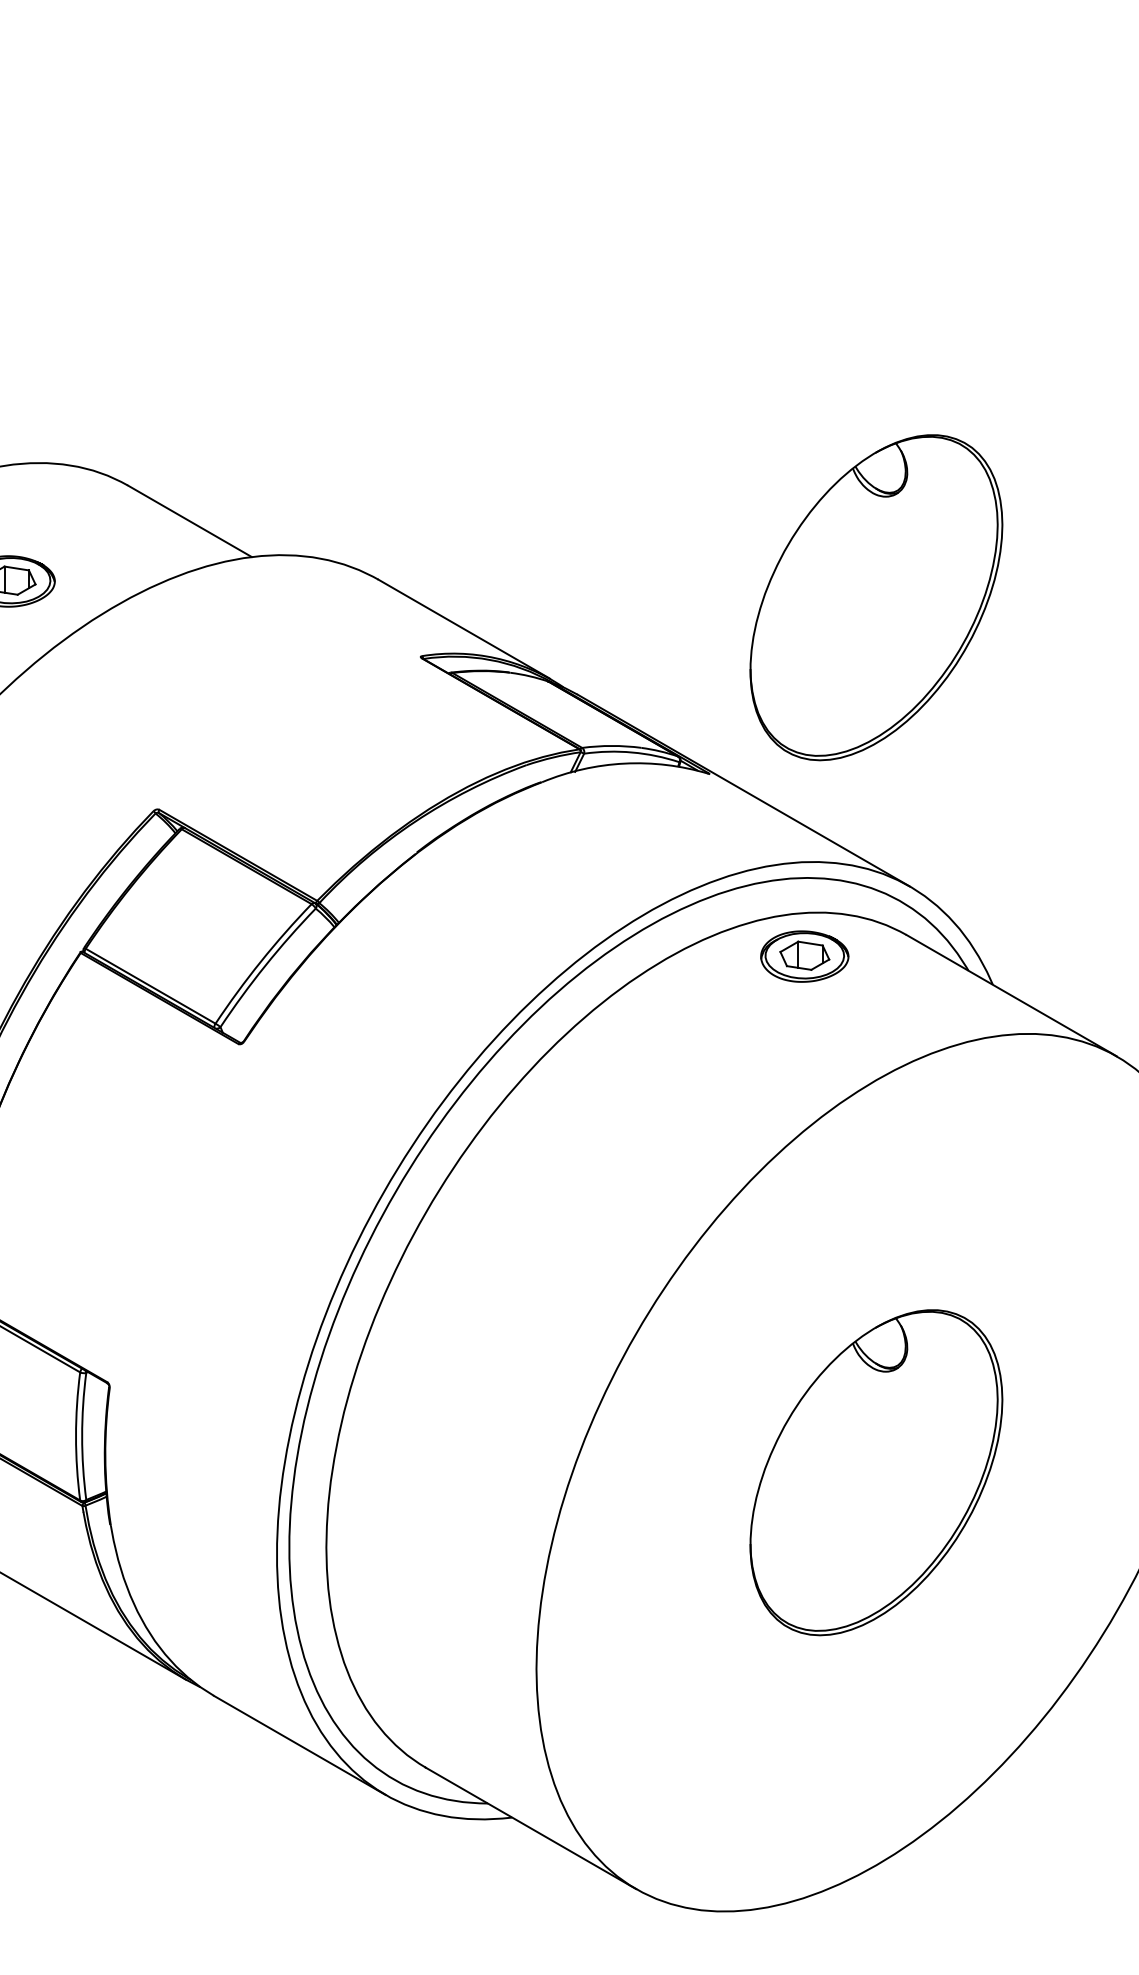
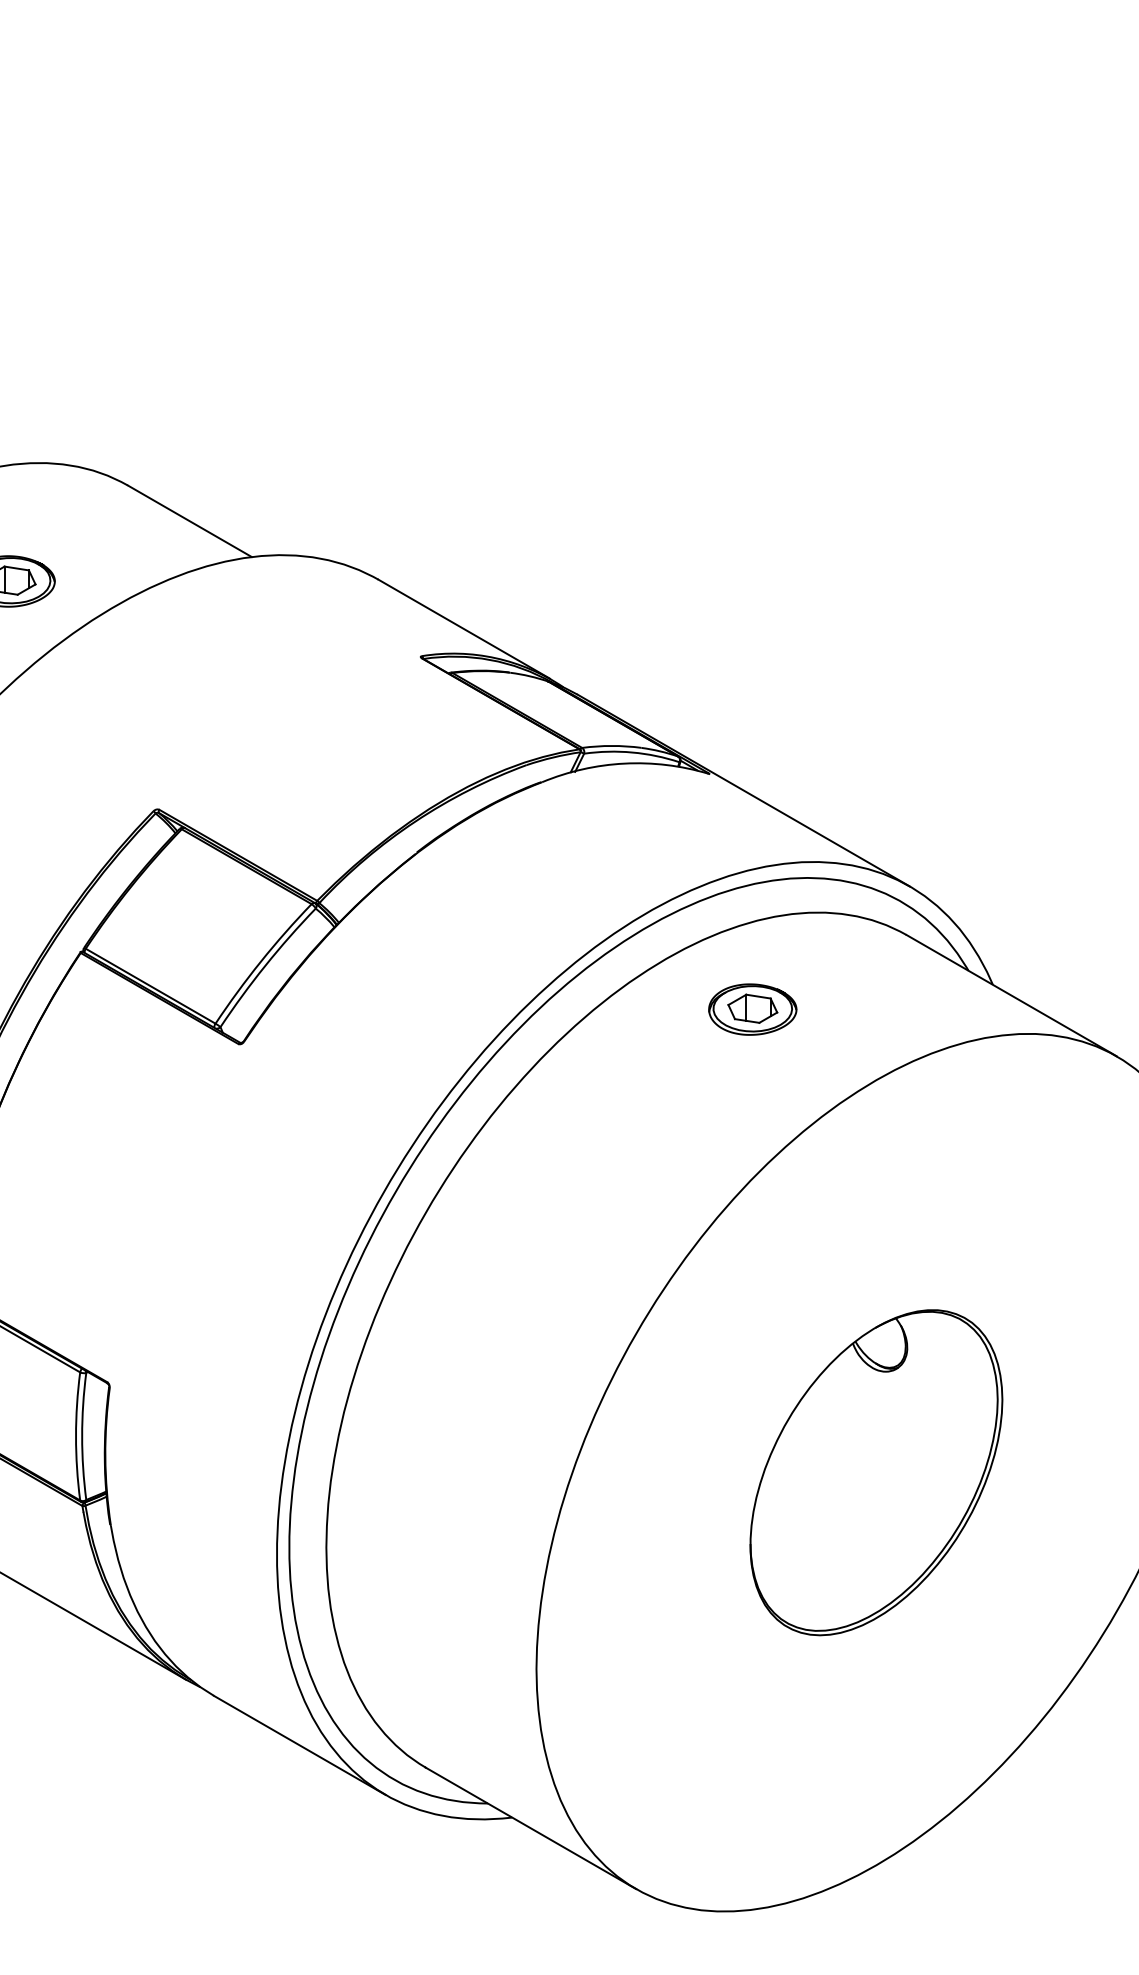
part at (876, 597): present -> none
part at (804, 956) position: (804, 956) -> (752, 1009)
